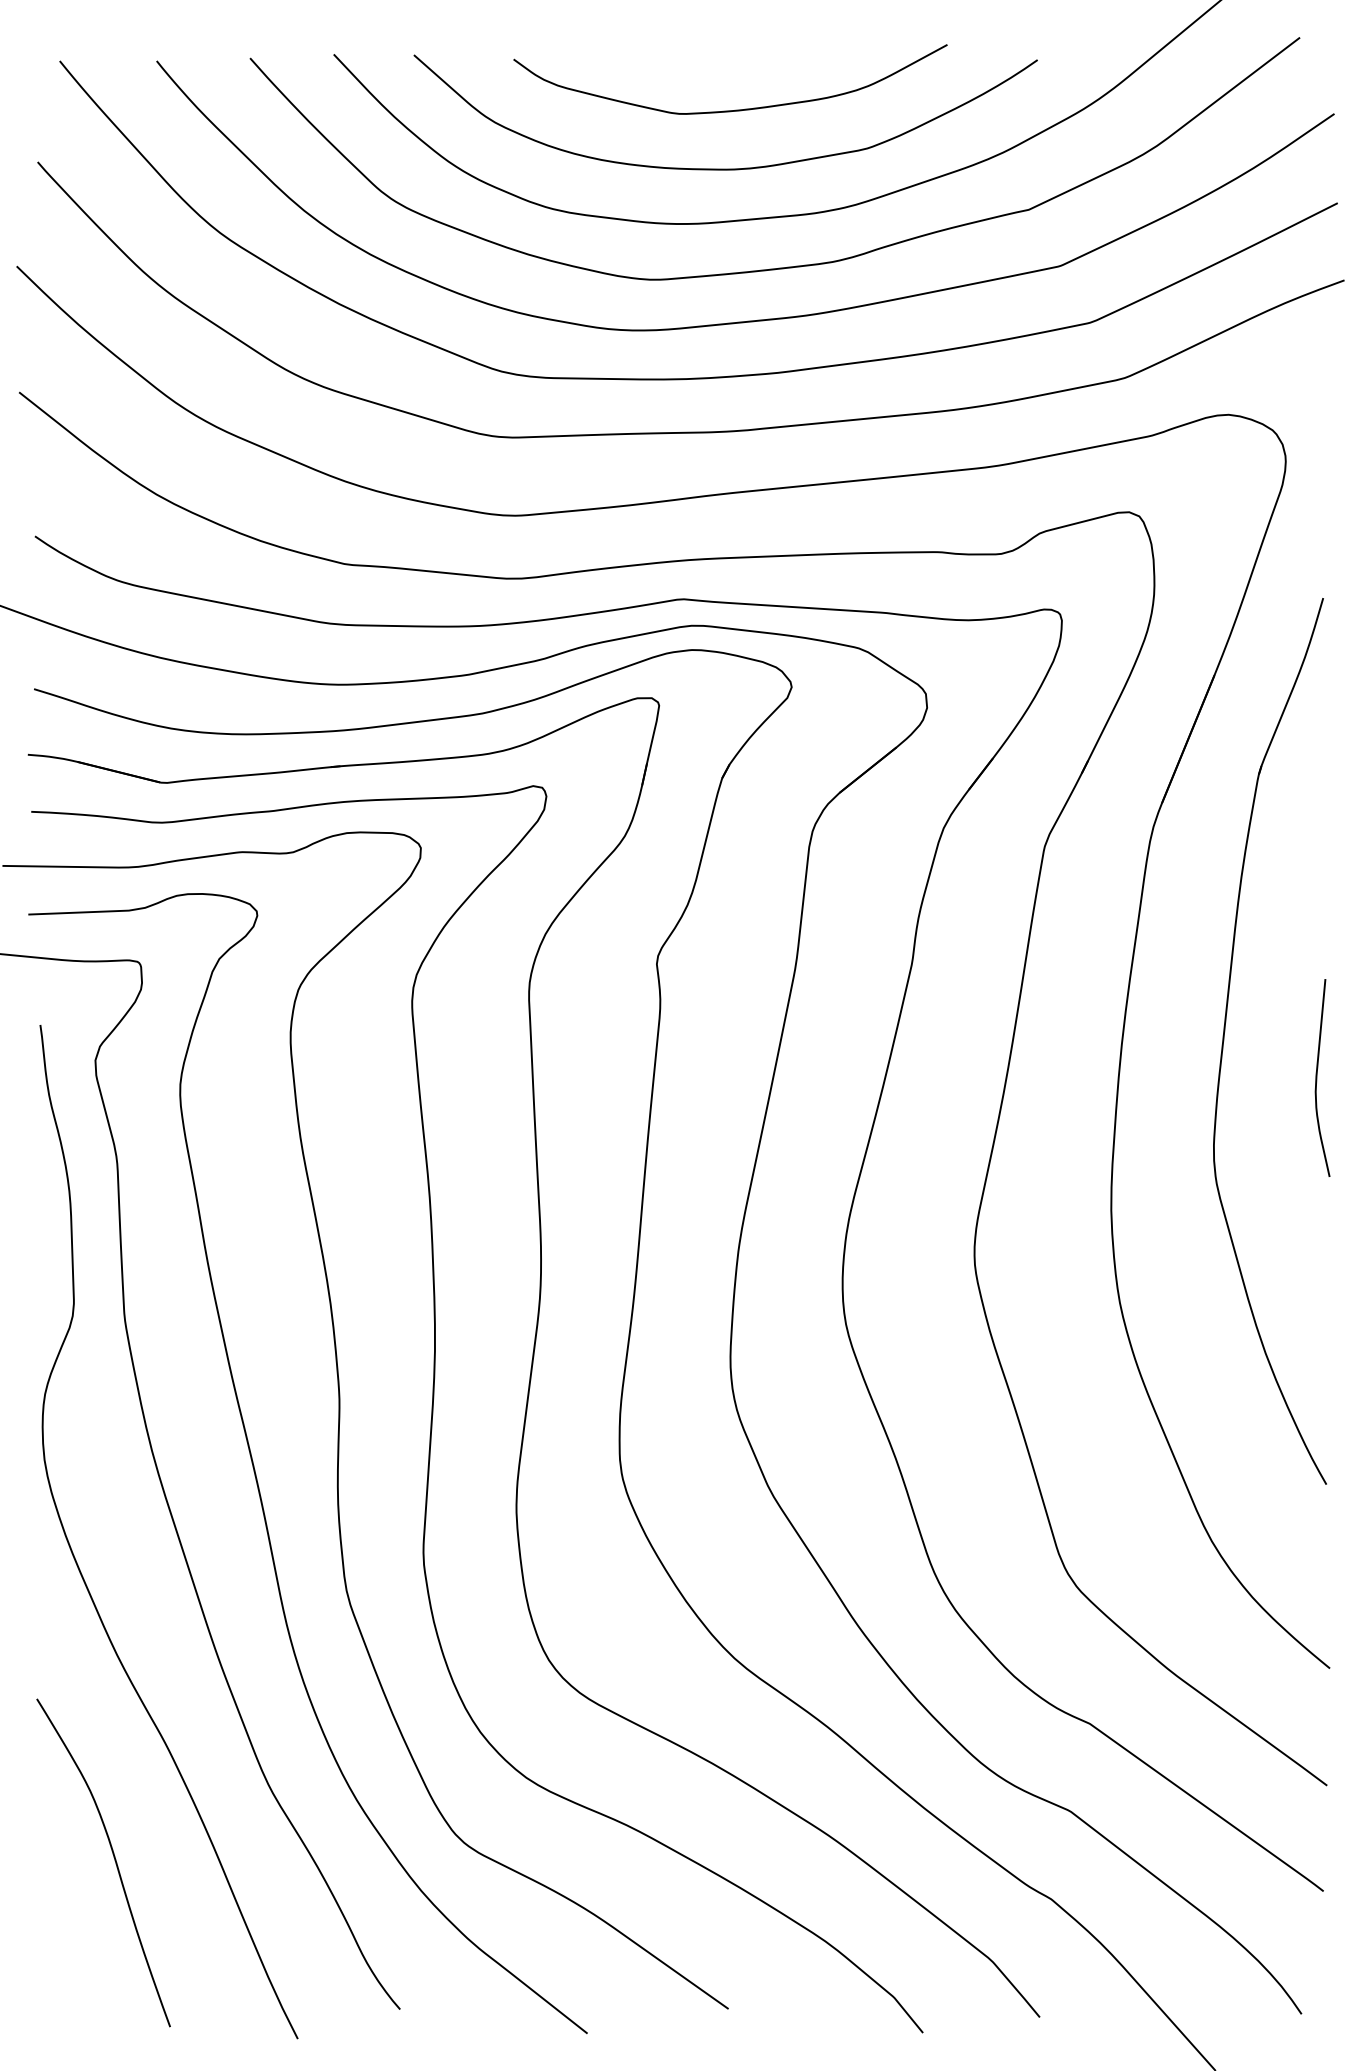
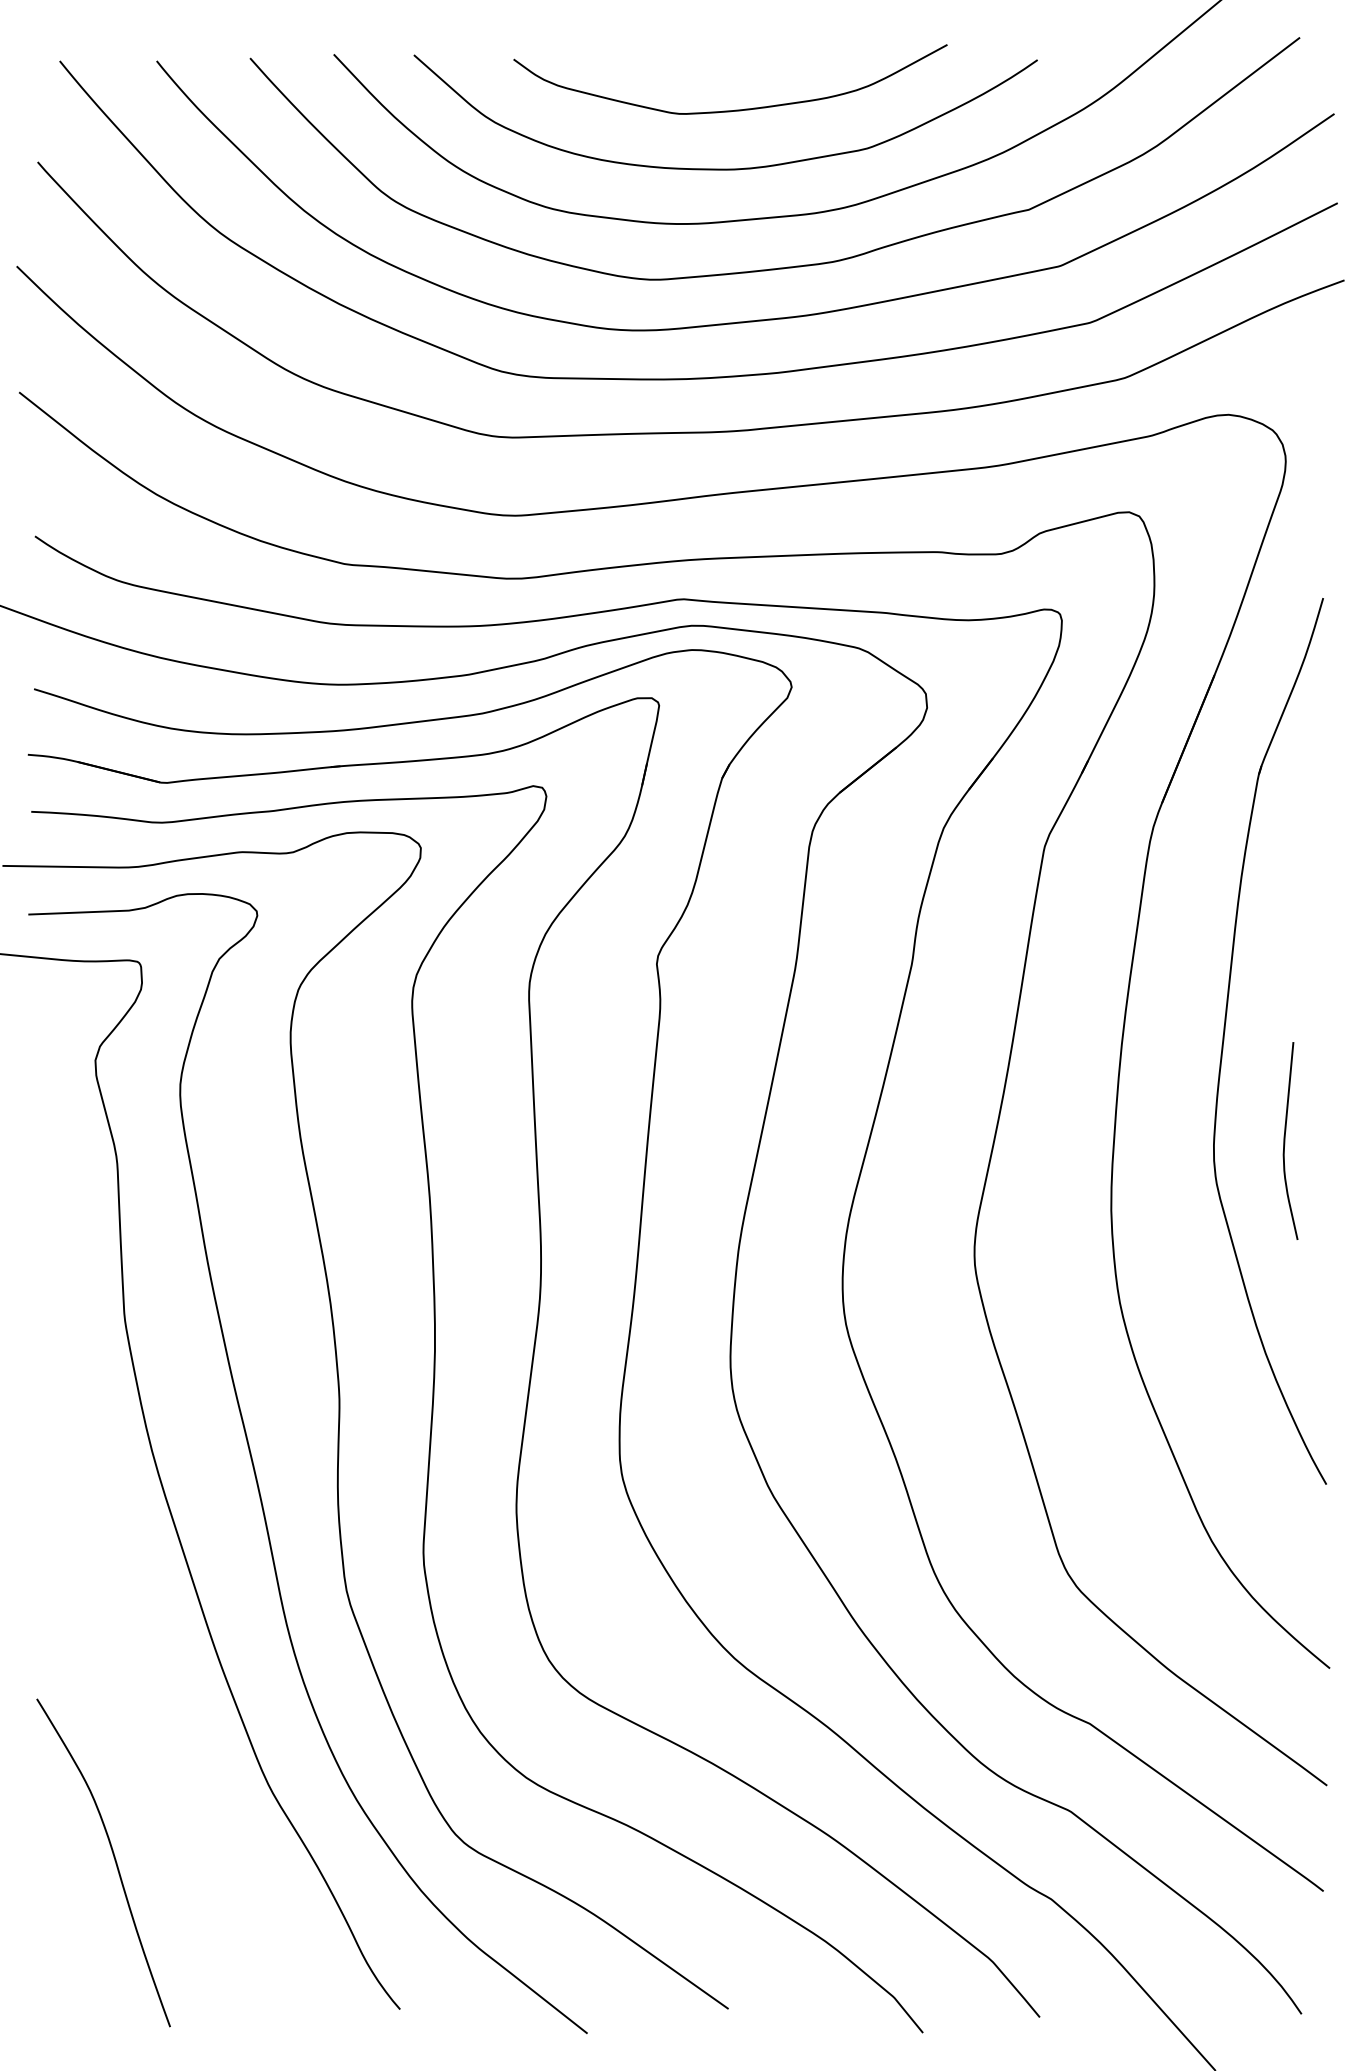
curve at (1317, 1077) position: (1317, 1077) -> (1285, 1140)
curve at (80, 1569): present -> none
